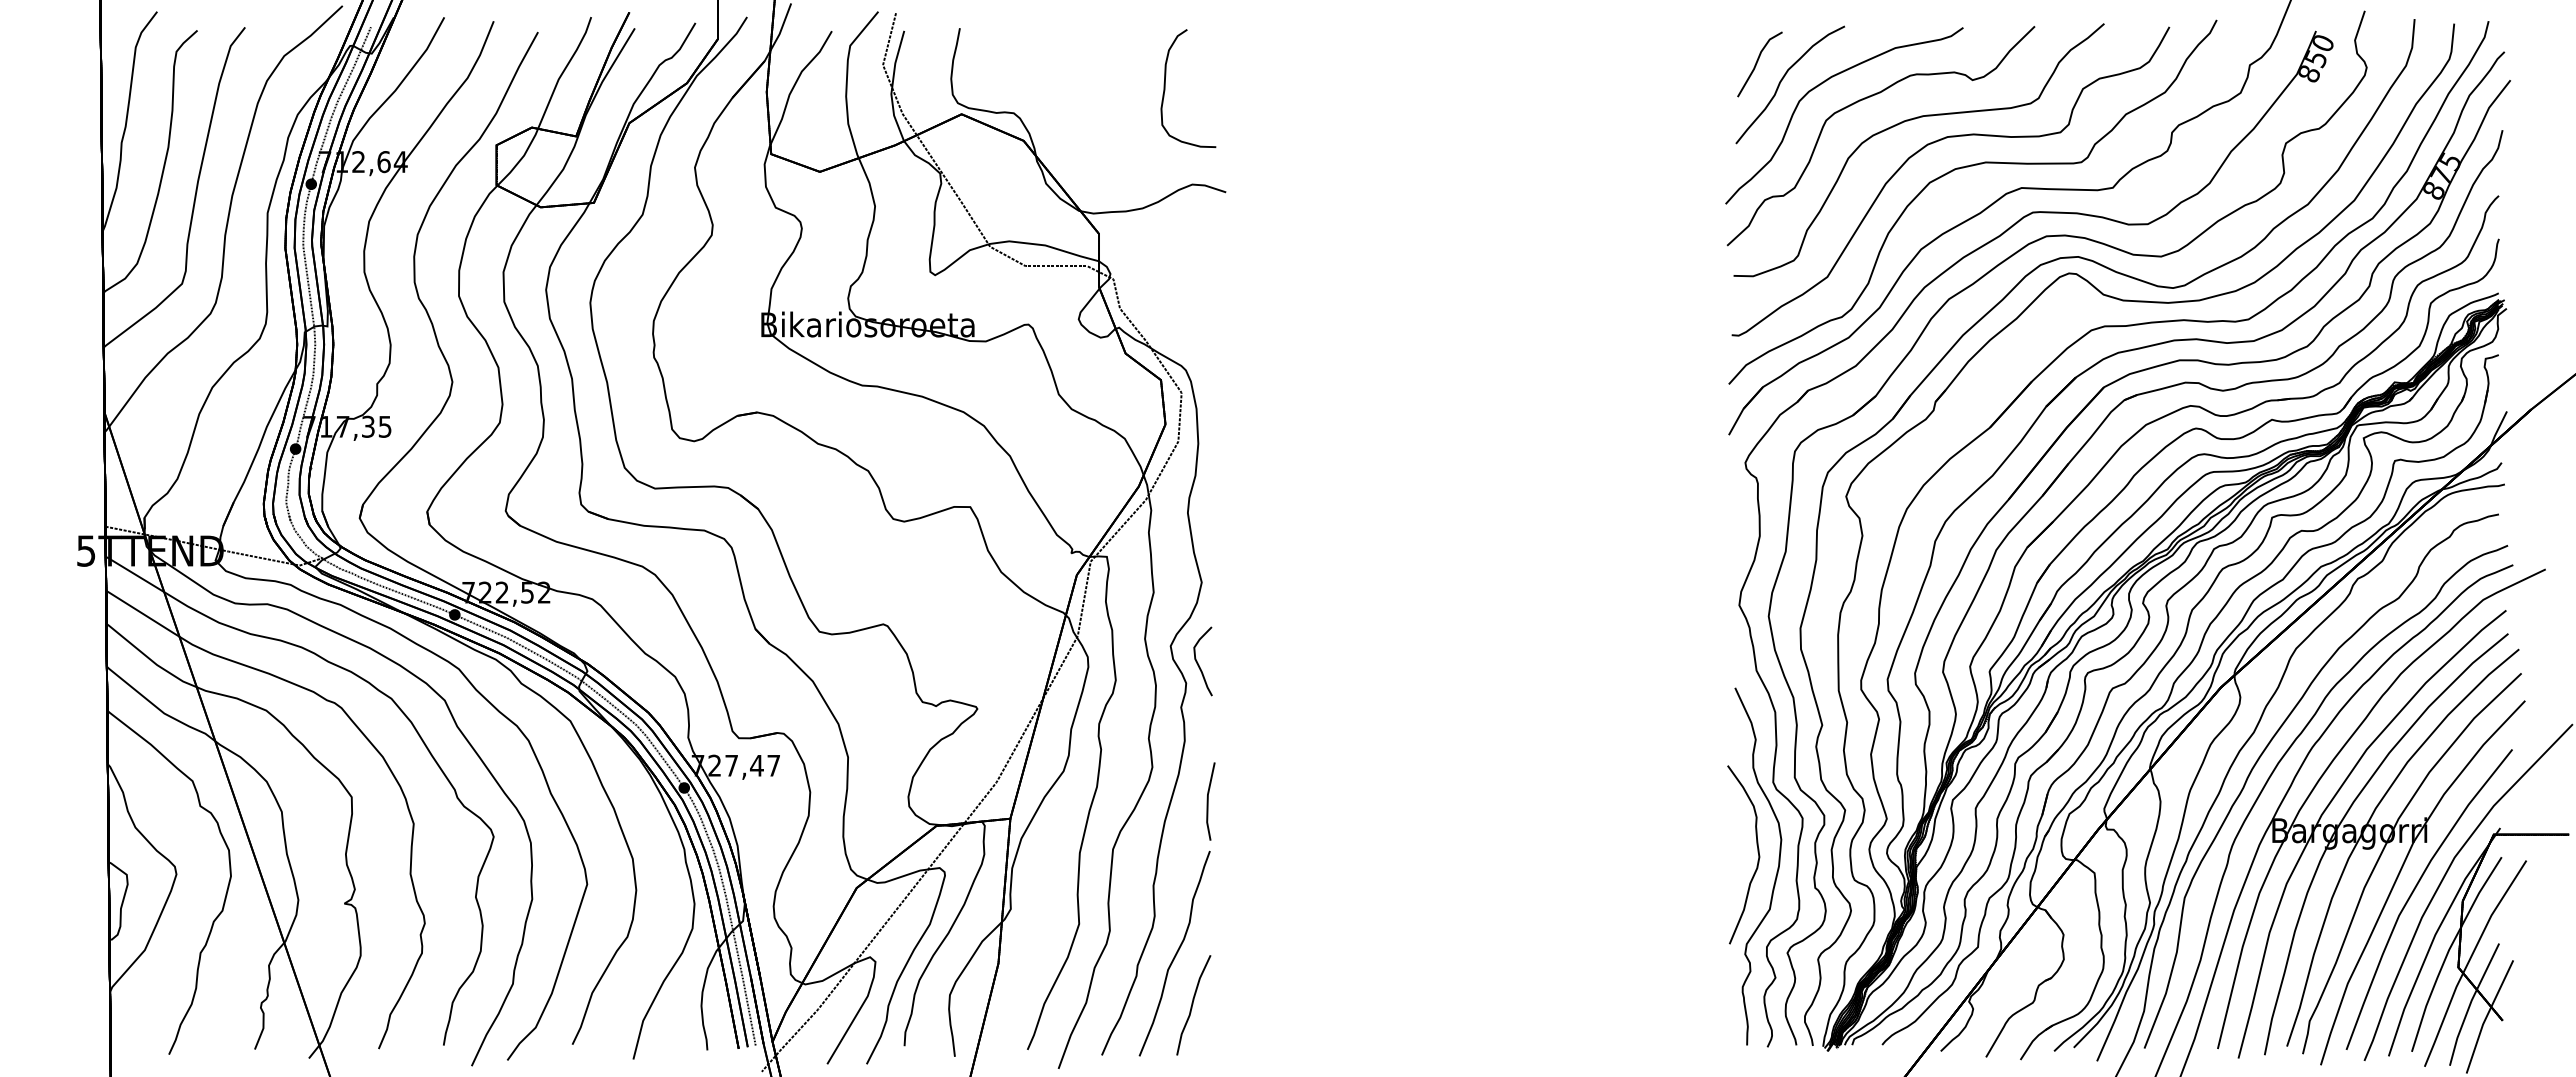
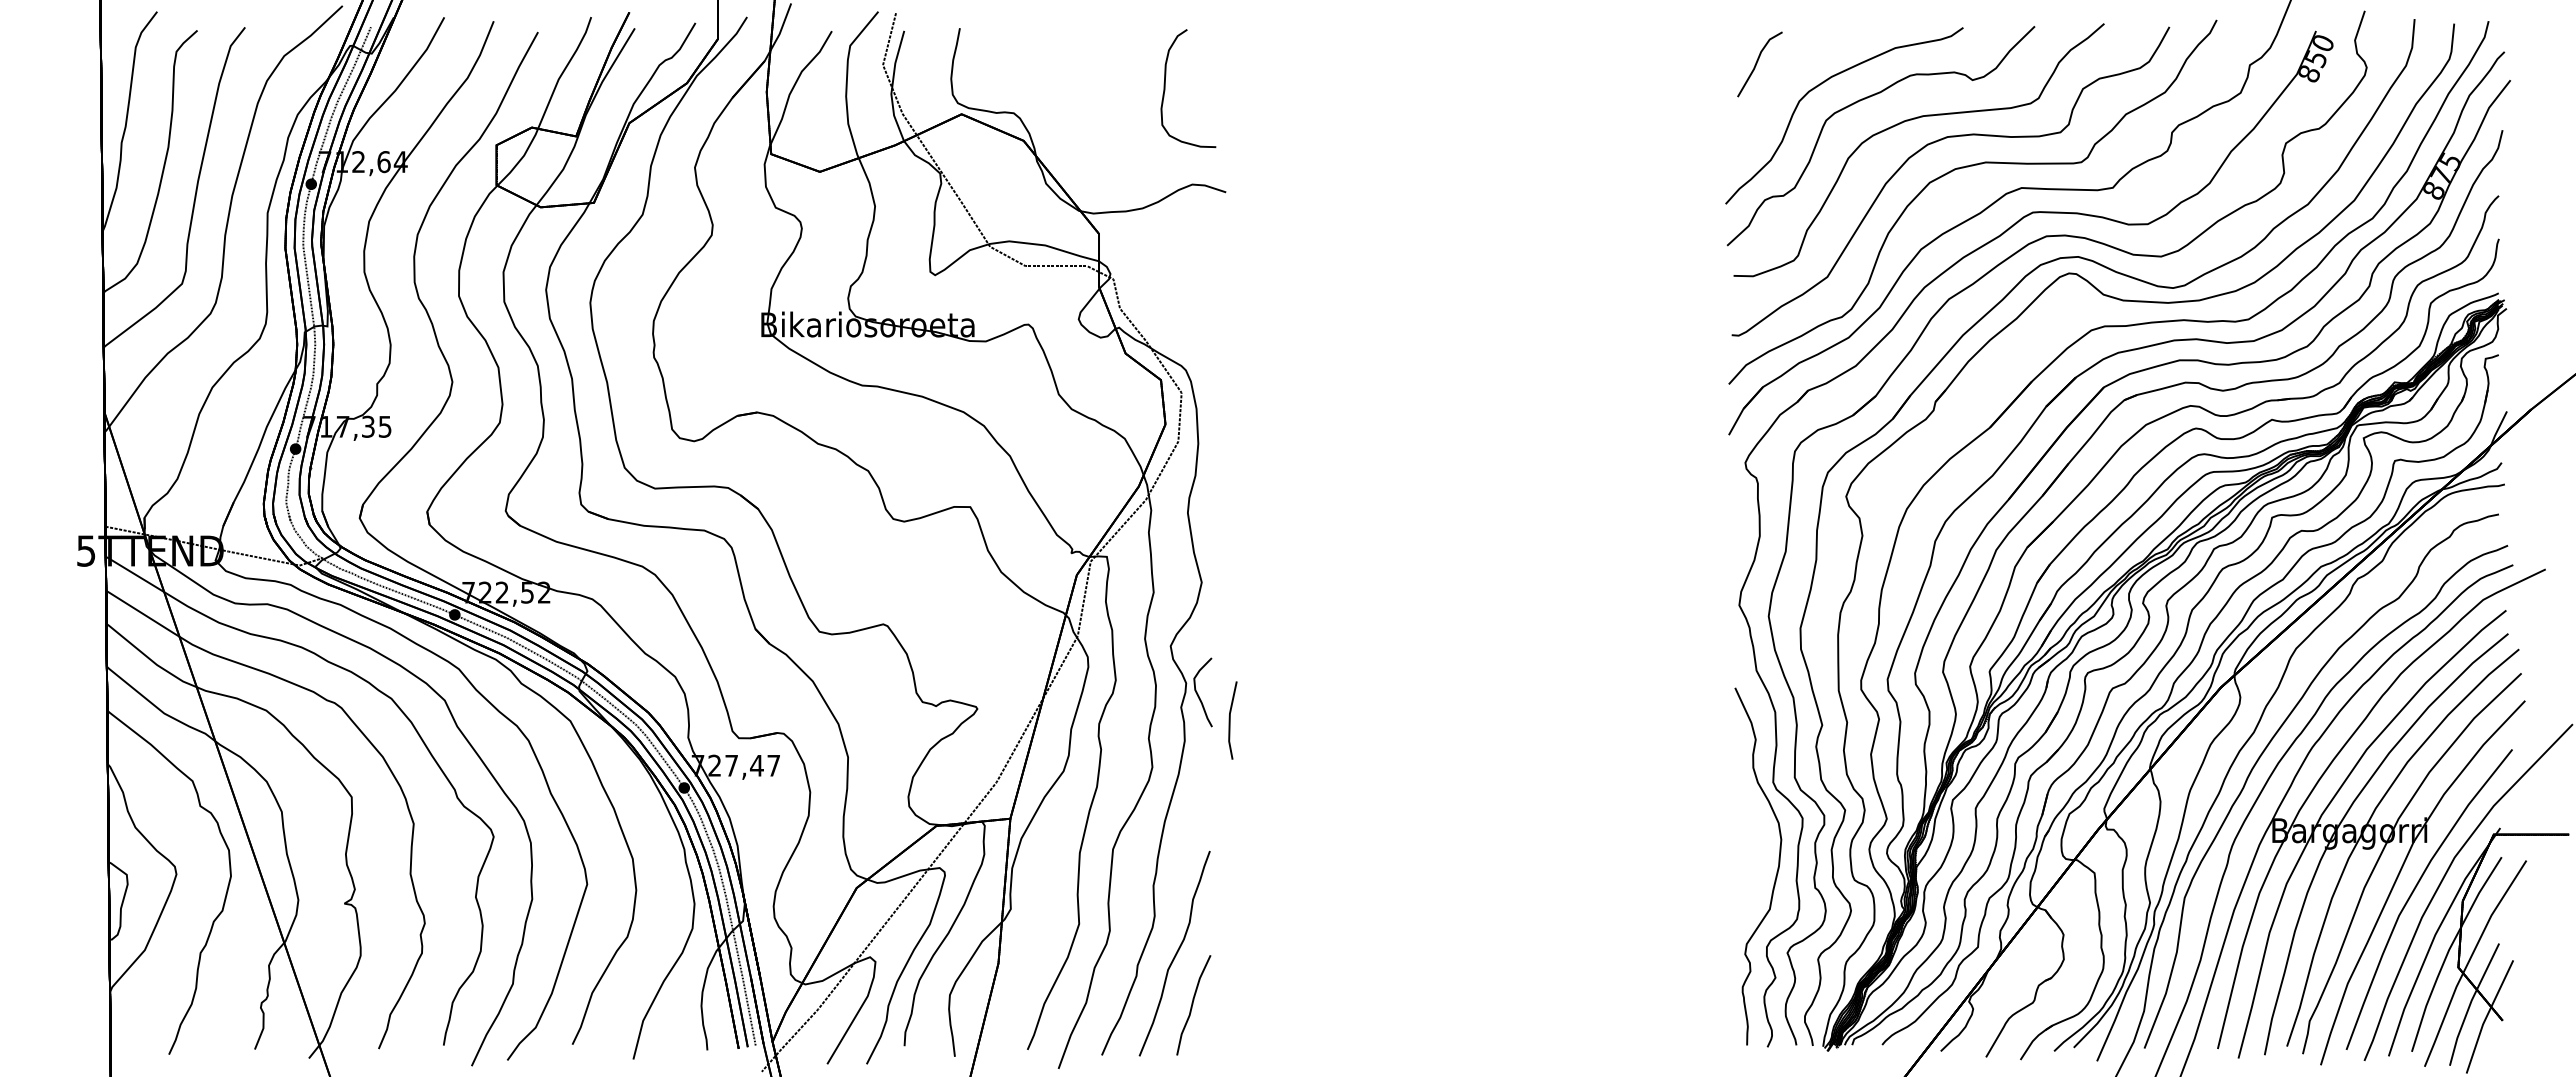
curve at (1783, 79): present -> none
curve at (1198, 662) position: (1198, 662) -> (1198, 693)
line at (1208, 801) position: (1208, 801) -> (1230, 720)
part at (1757, 852): present -> none
